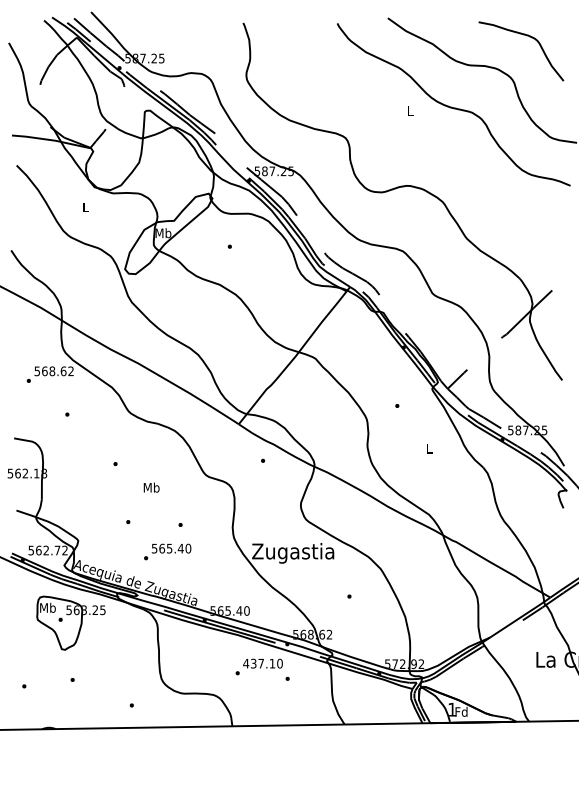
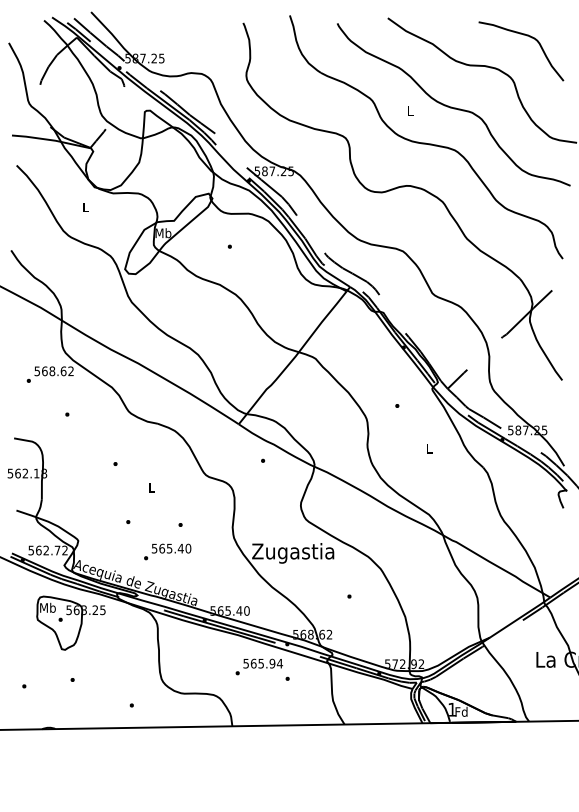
part at (426, 137): none -> present
text at (151, 487): Mb -> L
text at (263, 663): 437.10 -> 565.94
